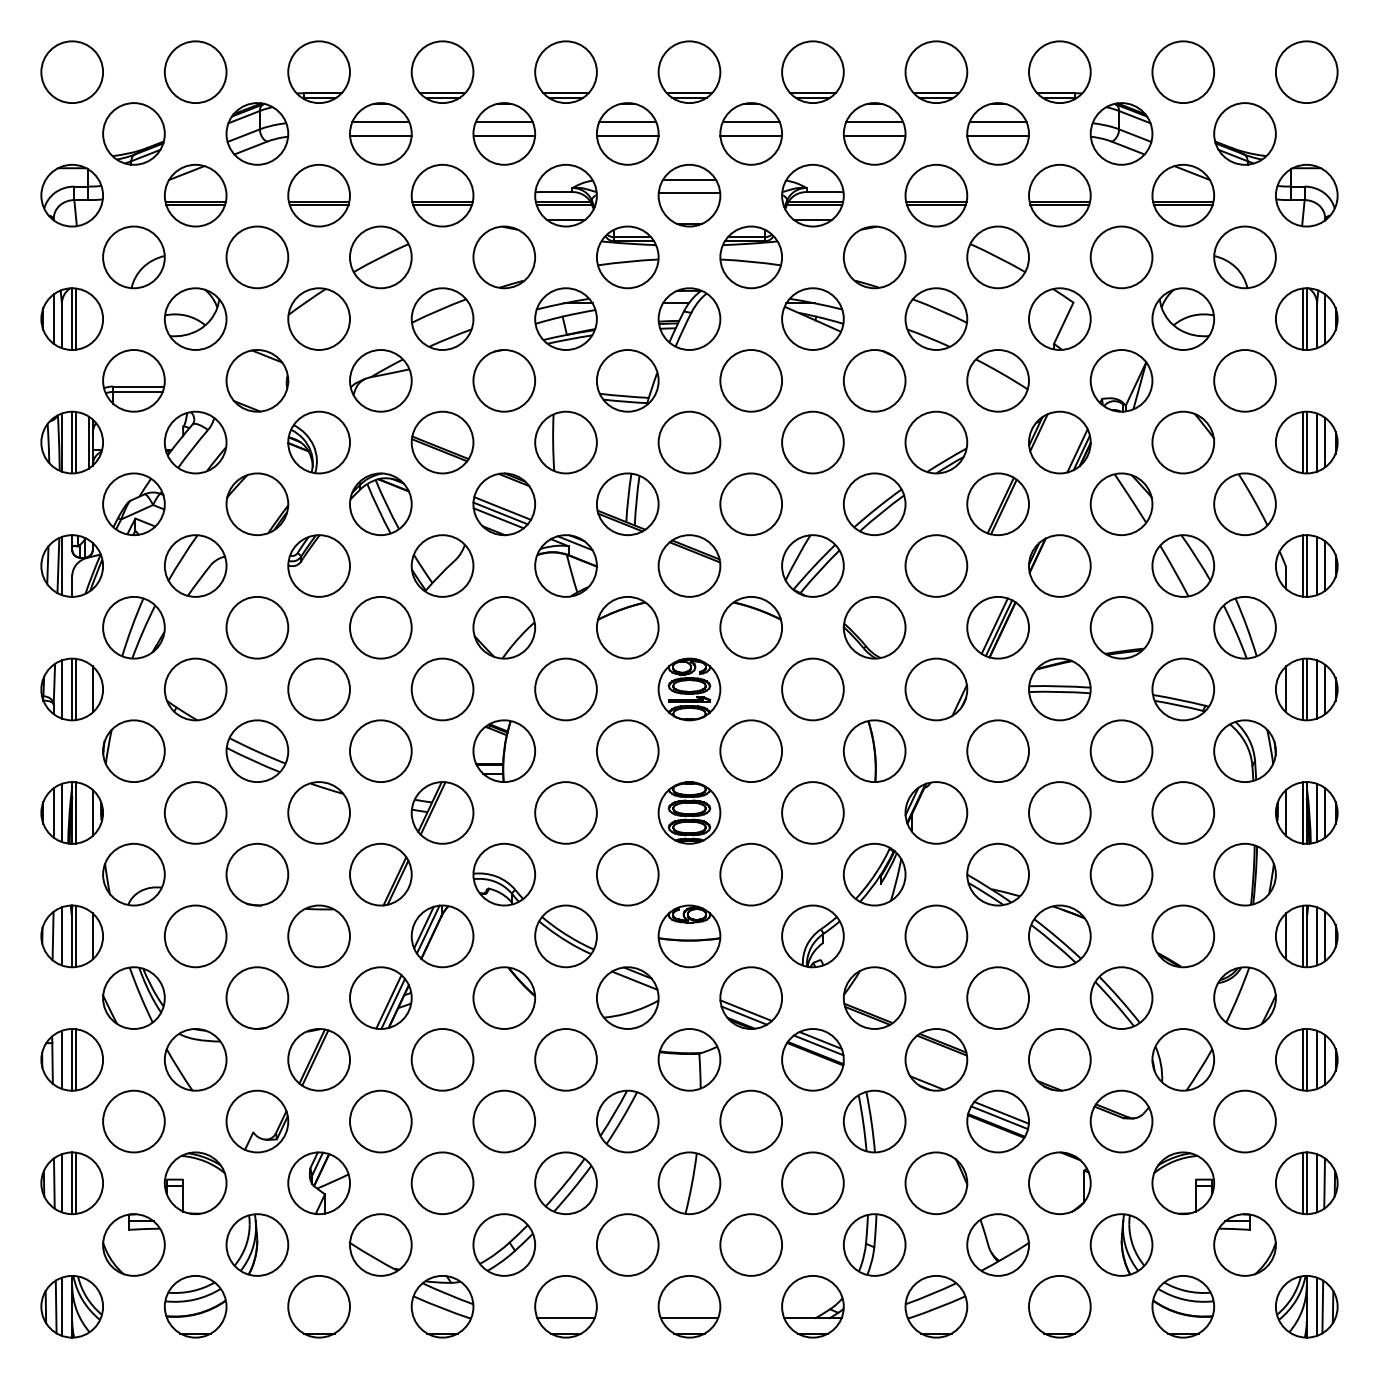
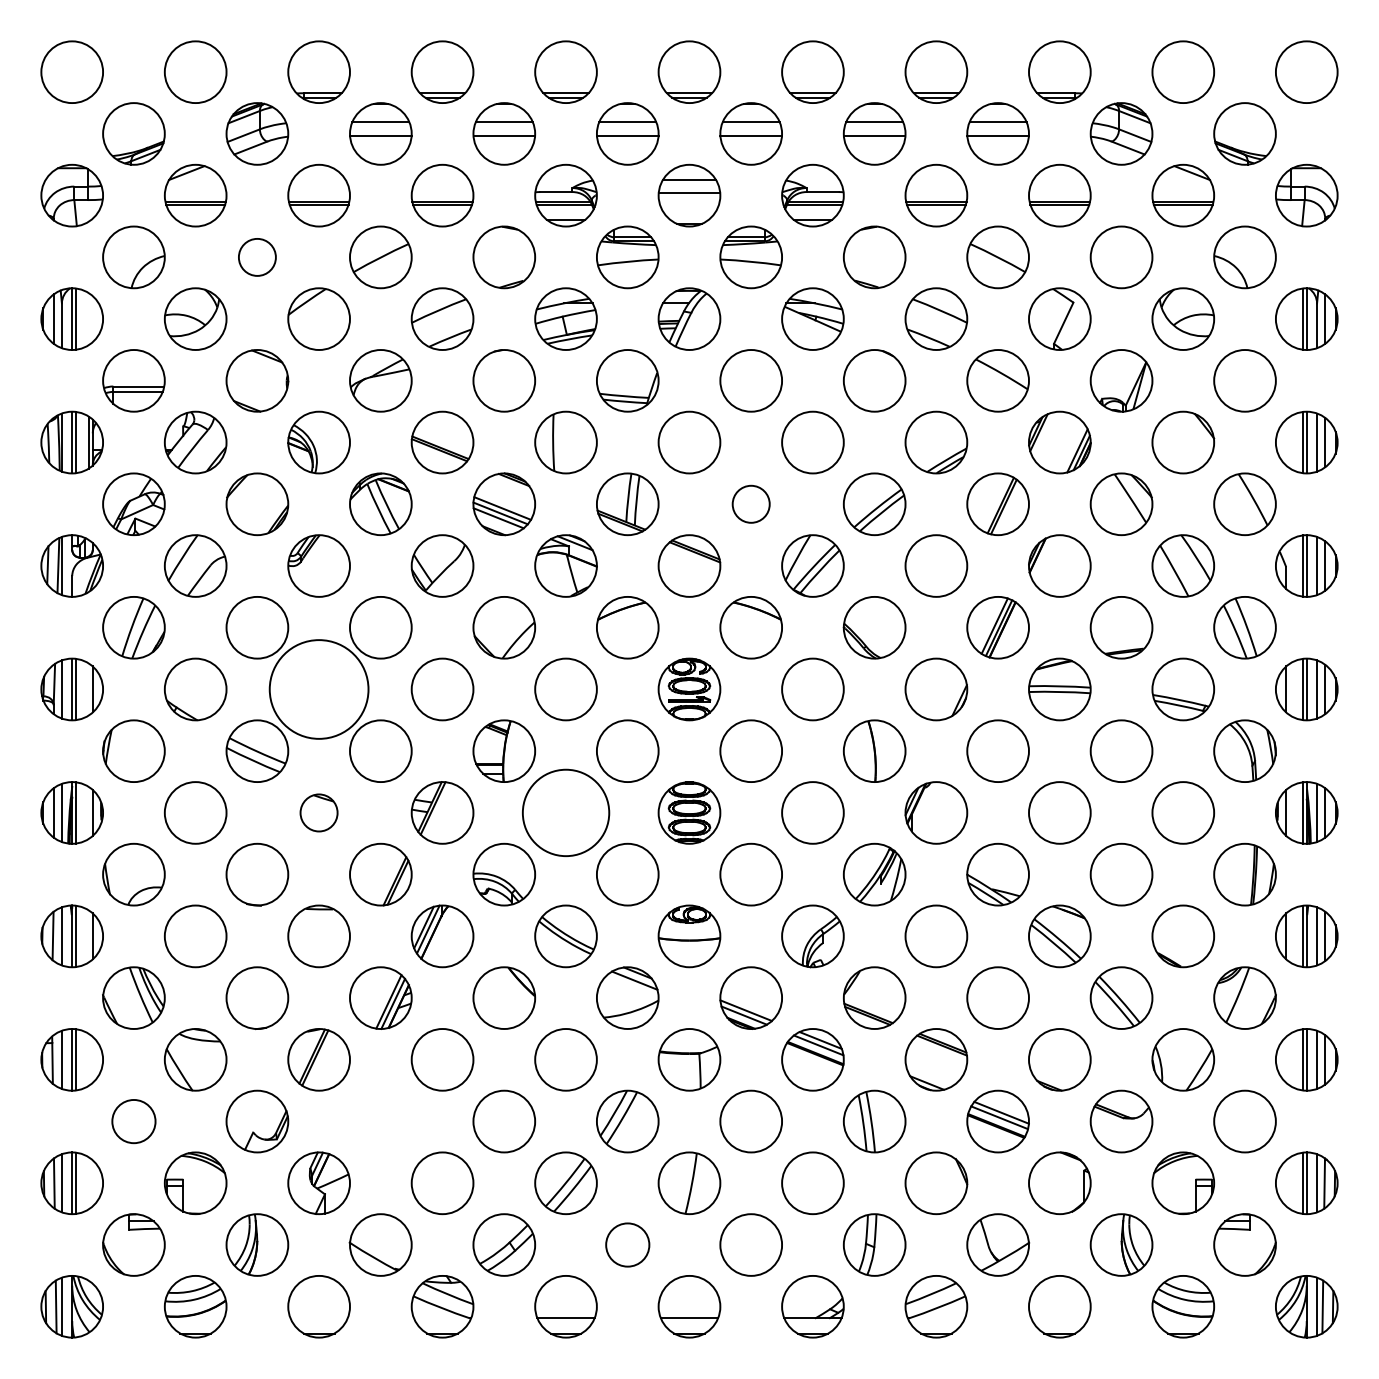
circle at (257, 257) diameter: 62 px -> 37 px
circle at (751, 504) diameter: 62 px -> 37 px
circle at (319, 689) diameter: 62 px -> 99 px
part at (318, 812) size: 64x64 px -> 40x40 px
circle at (565, 812) diameter: 62 px -> 86 px
circle at (133, 1121) diameter: 62 px -> 43 px
circle at (380, 1121): present -> none
circle at (627, 1244) diameter: 62 px -> 43 px
